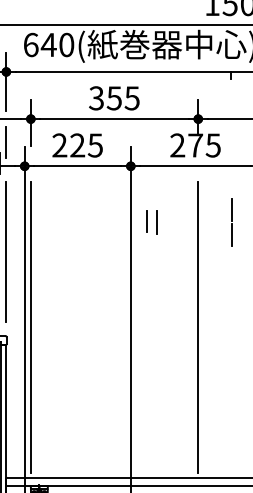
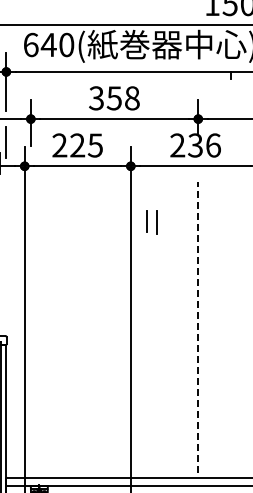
text at (131, 98): 355 -> 358
text at (204, 145): 275 -> 236
line at (231, 221): present -> none
line at (5, 251): present -> none
line at (30, 326): present -> none
line at (198, 327): solid -> dashed
